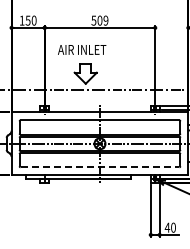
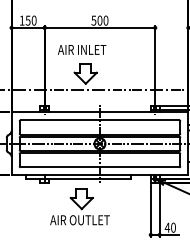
text at (105, 20): 509 -> 500
line at (100, 167): dashed -> solid
part at (79, 206): none -> present
